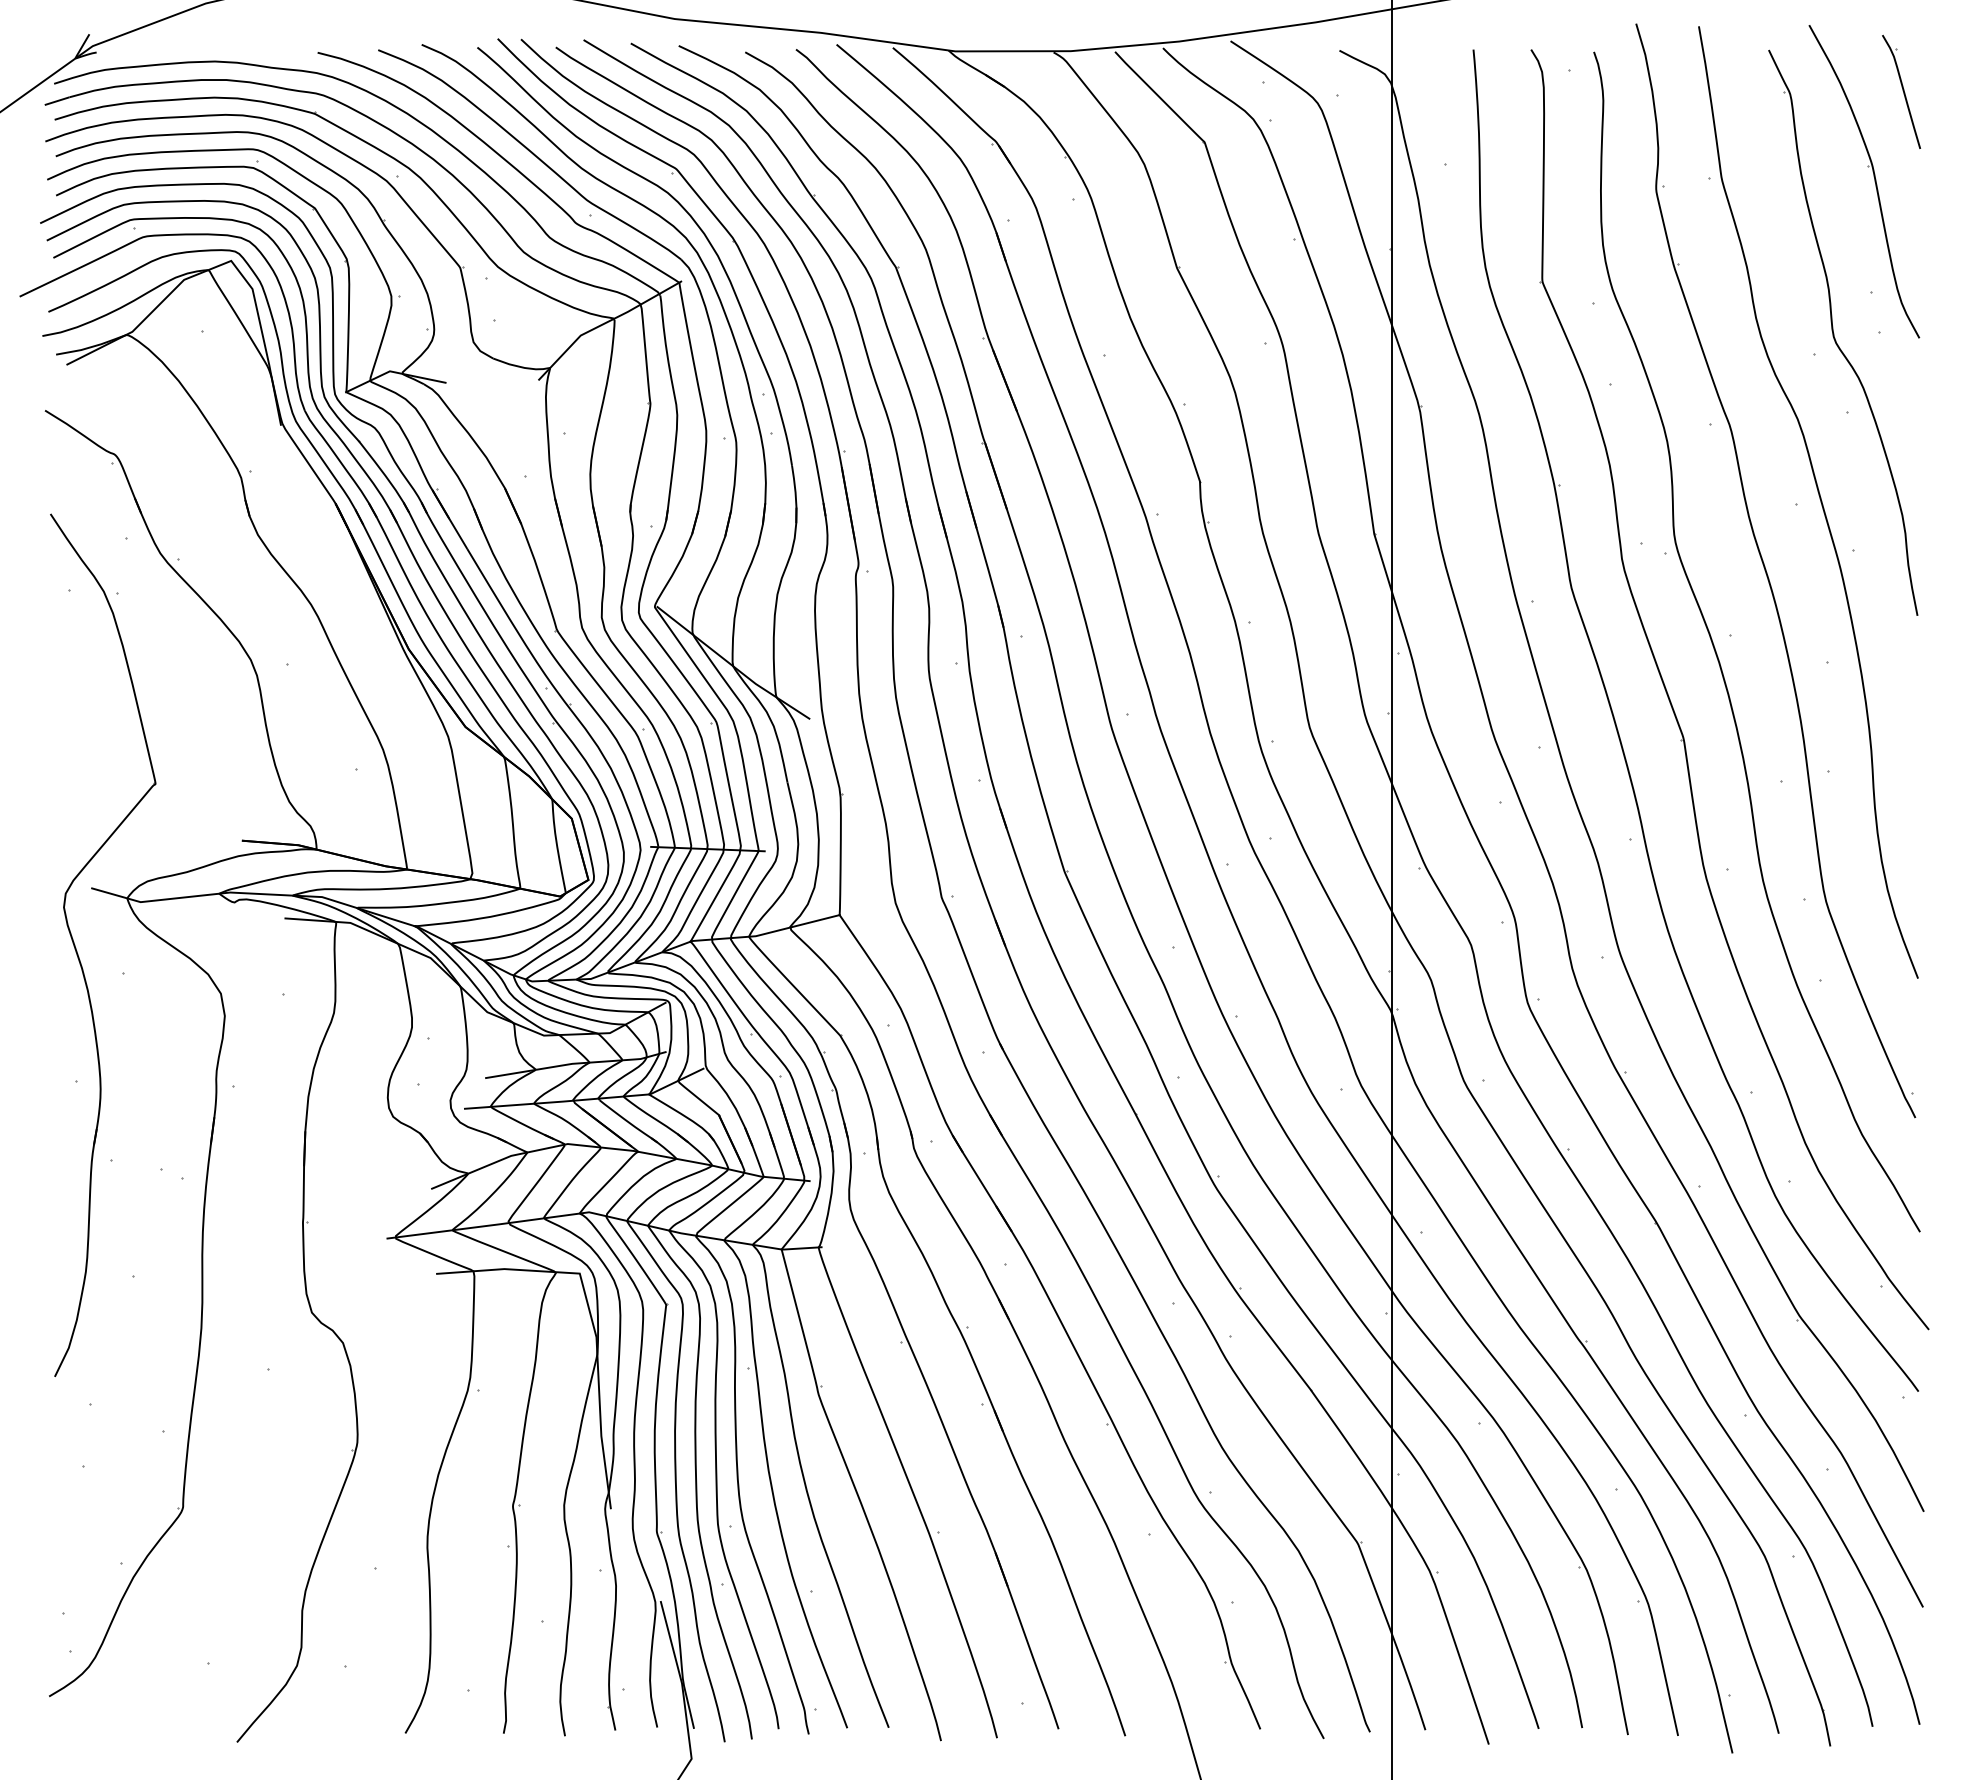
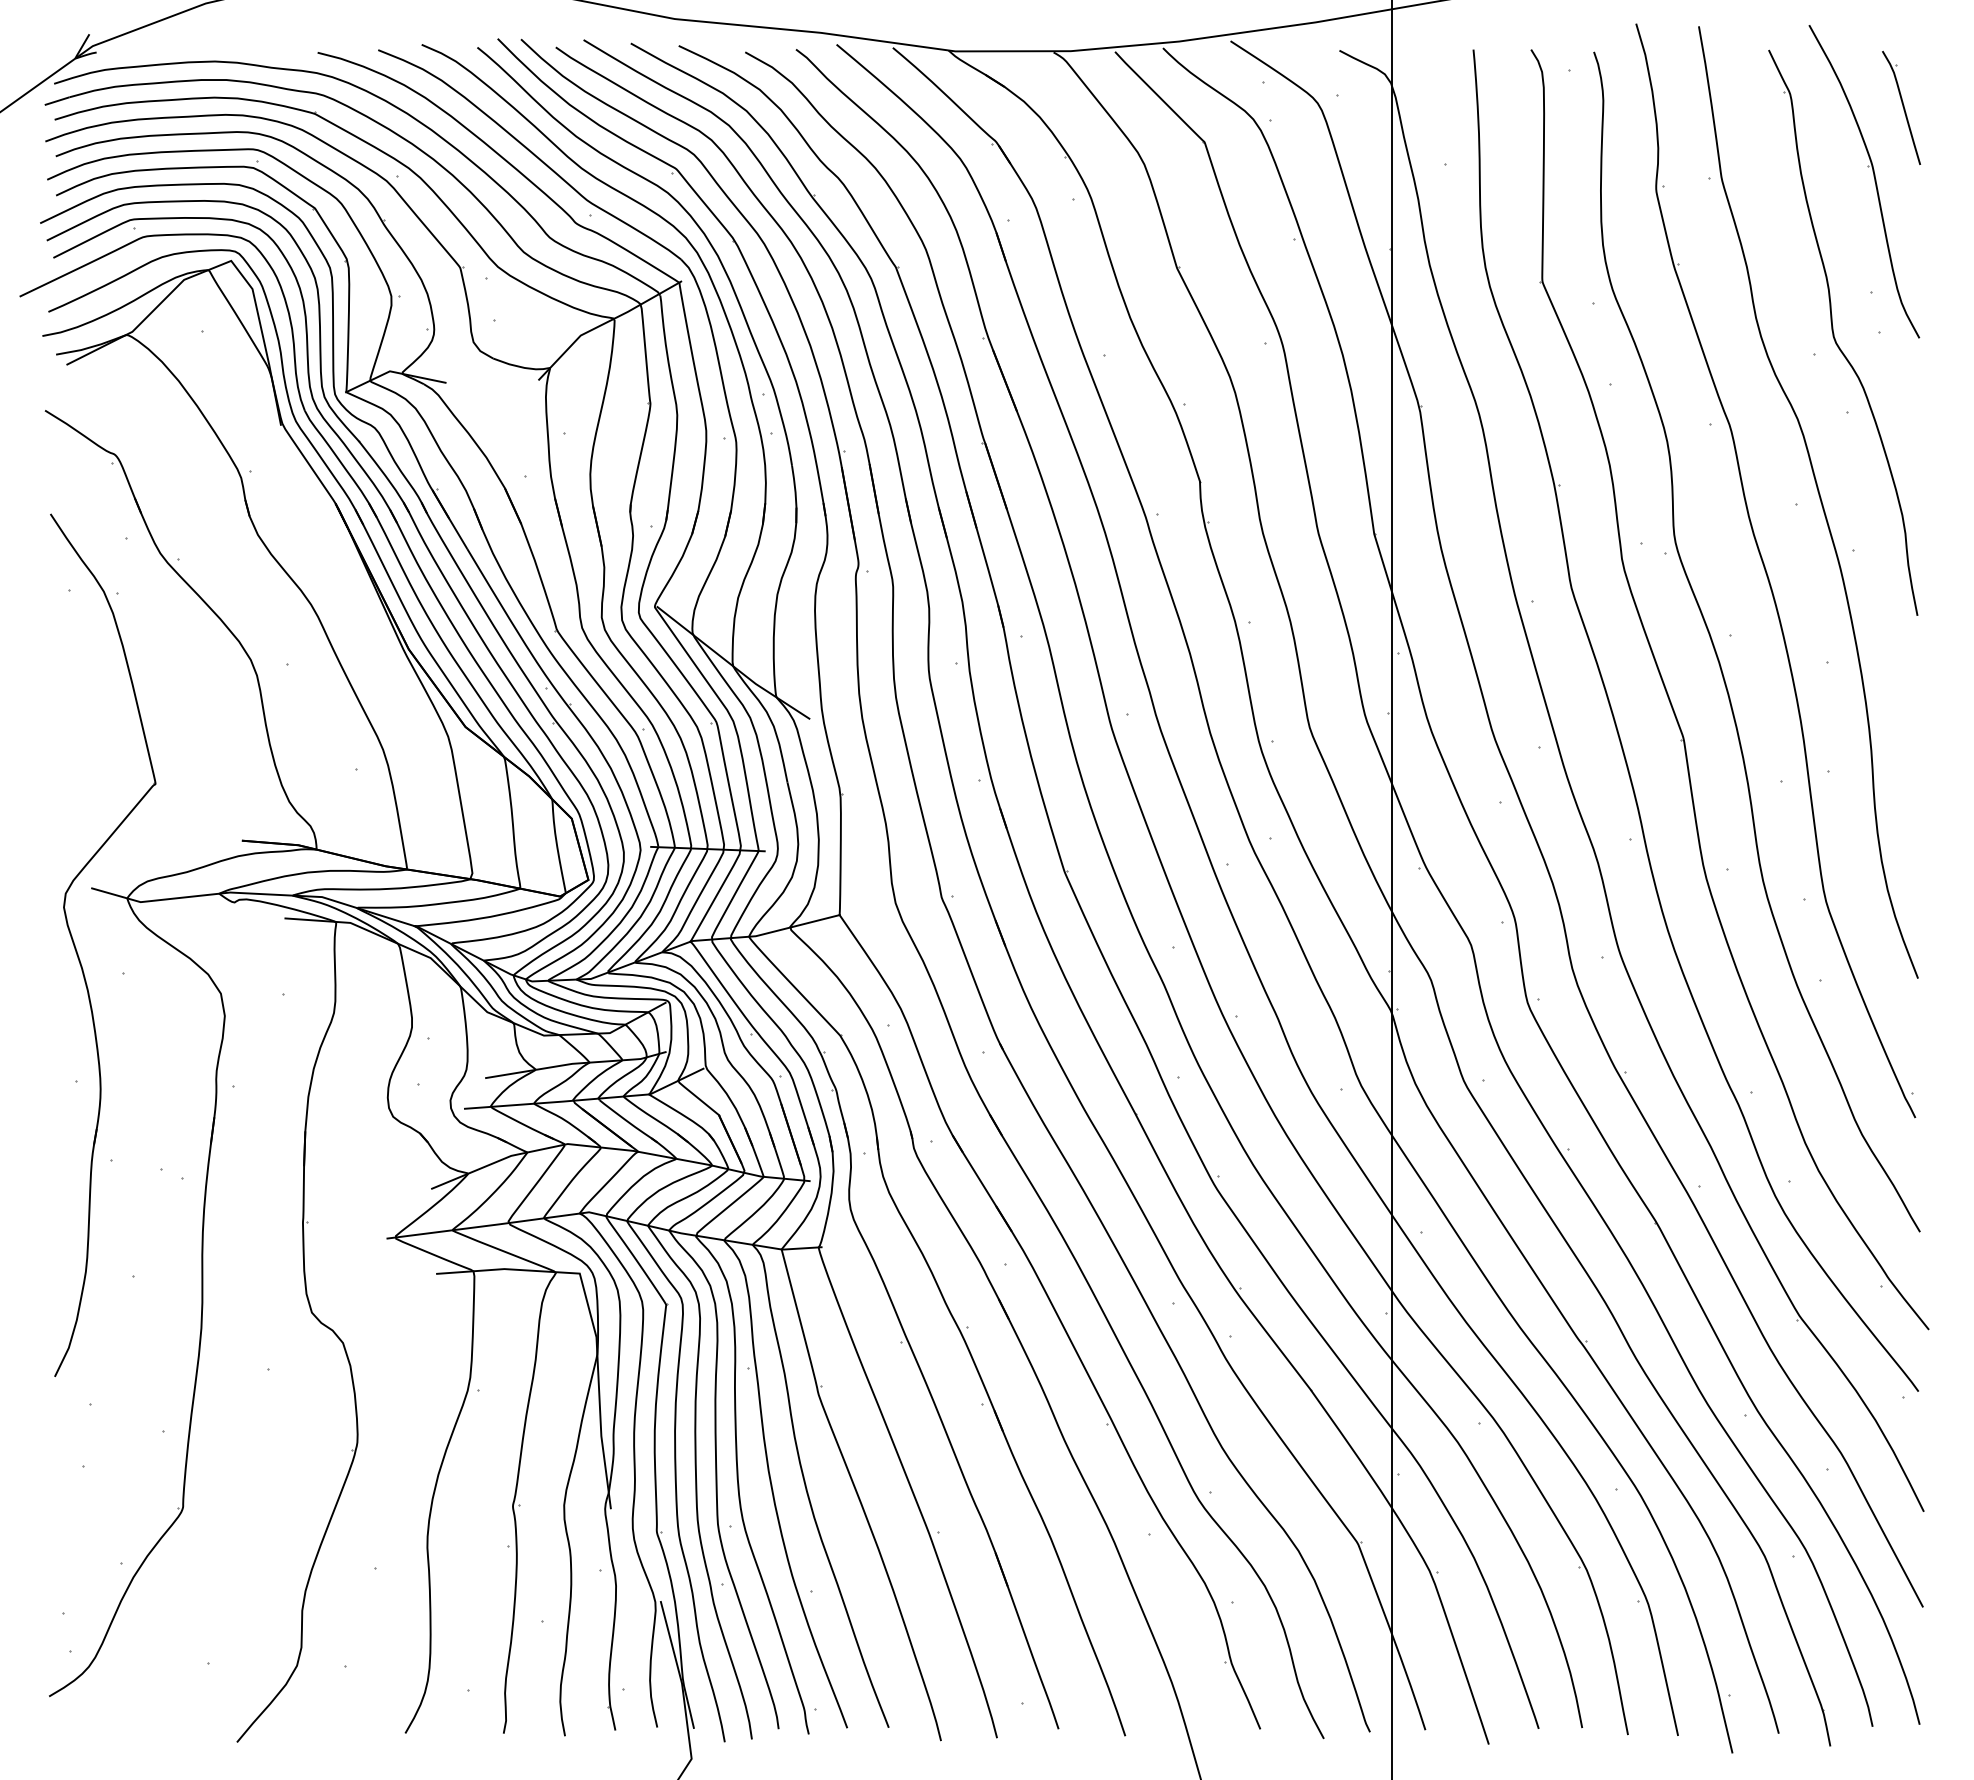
part at (1901, 91) position: (1901, 91) -> (1901, 107)
